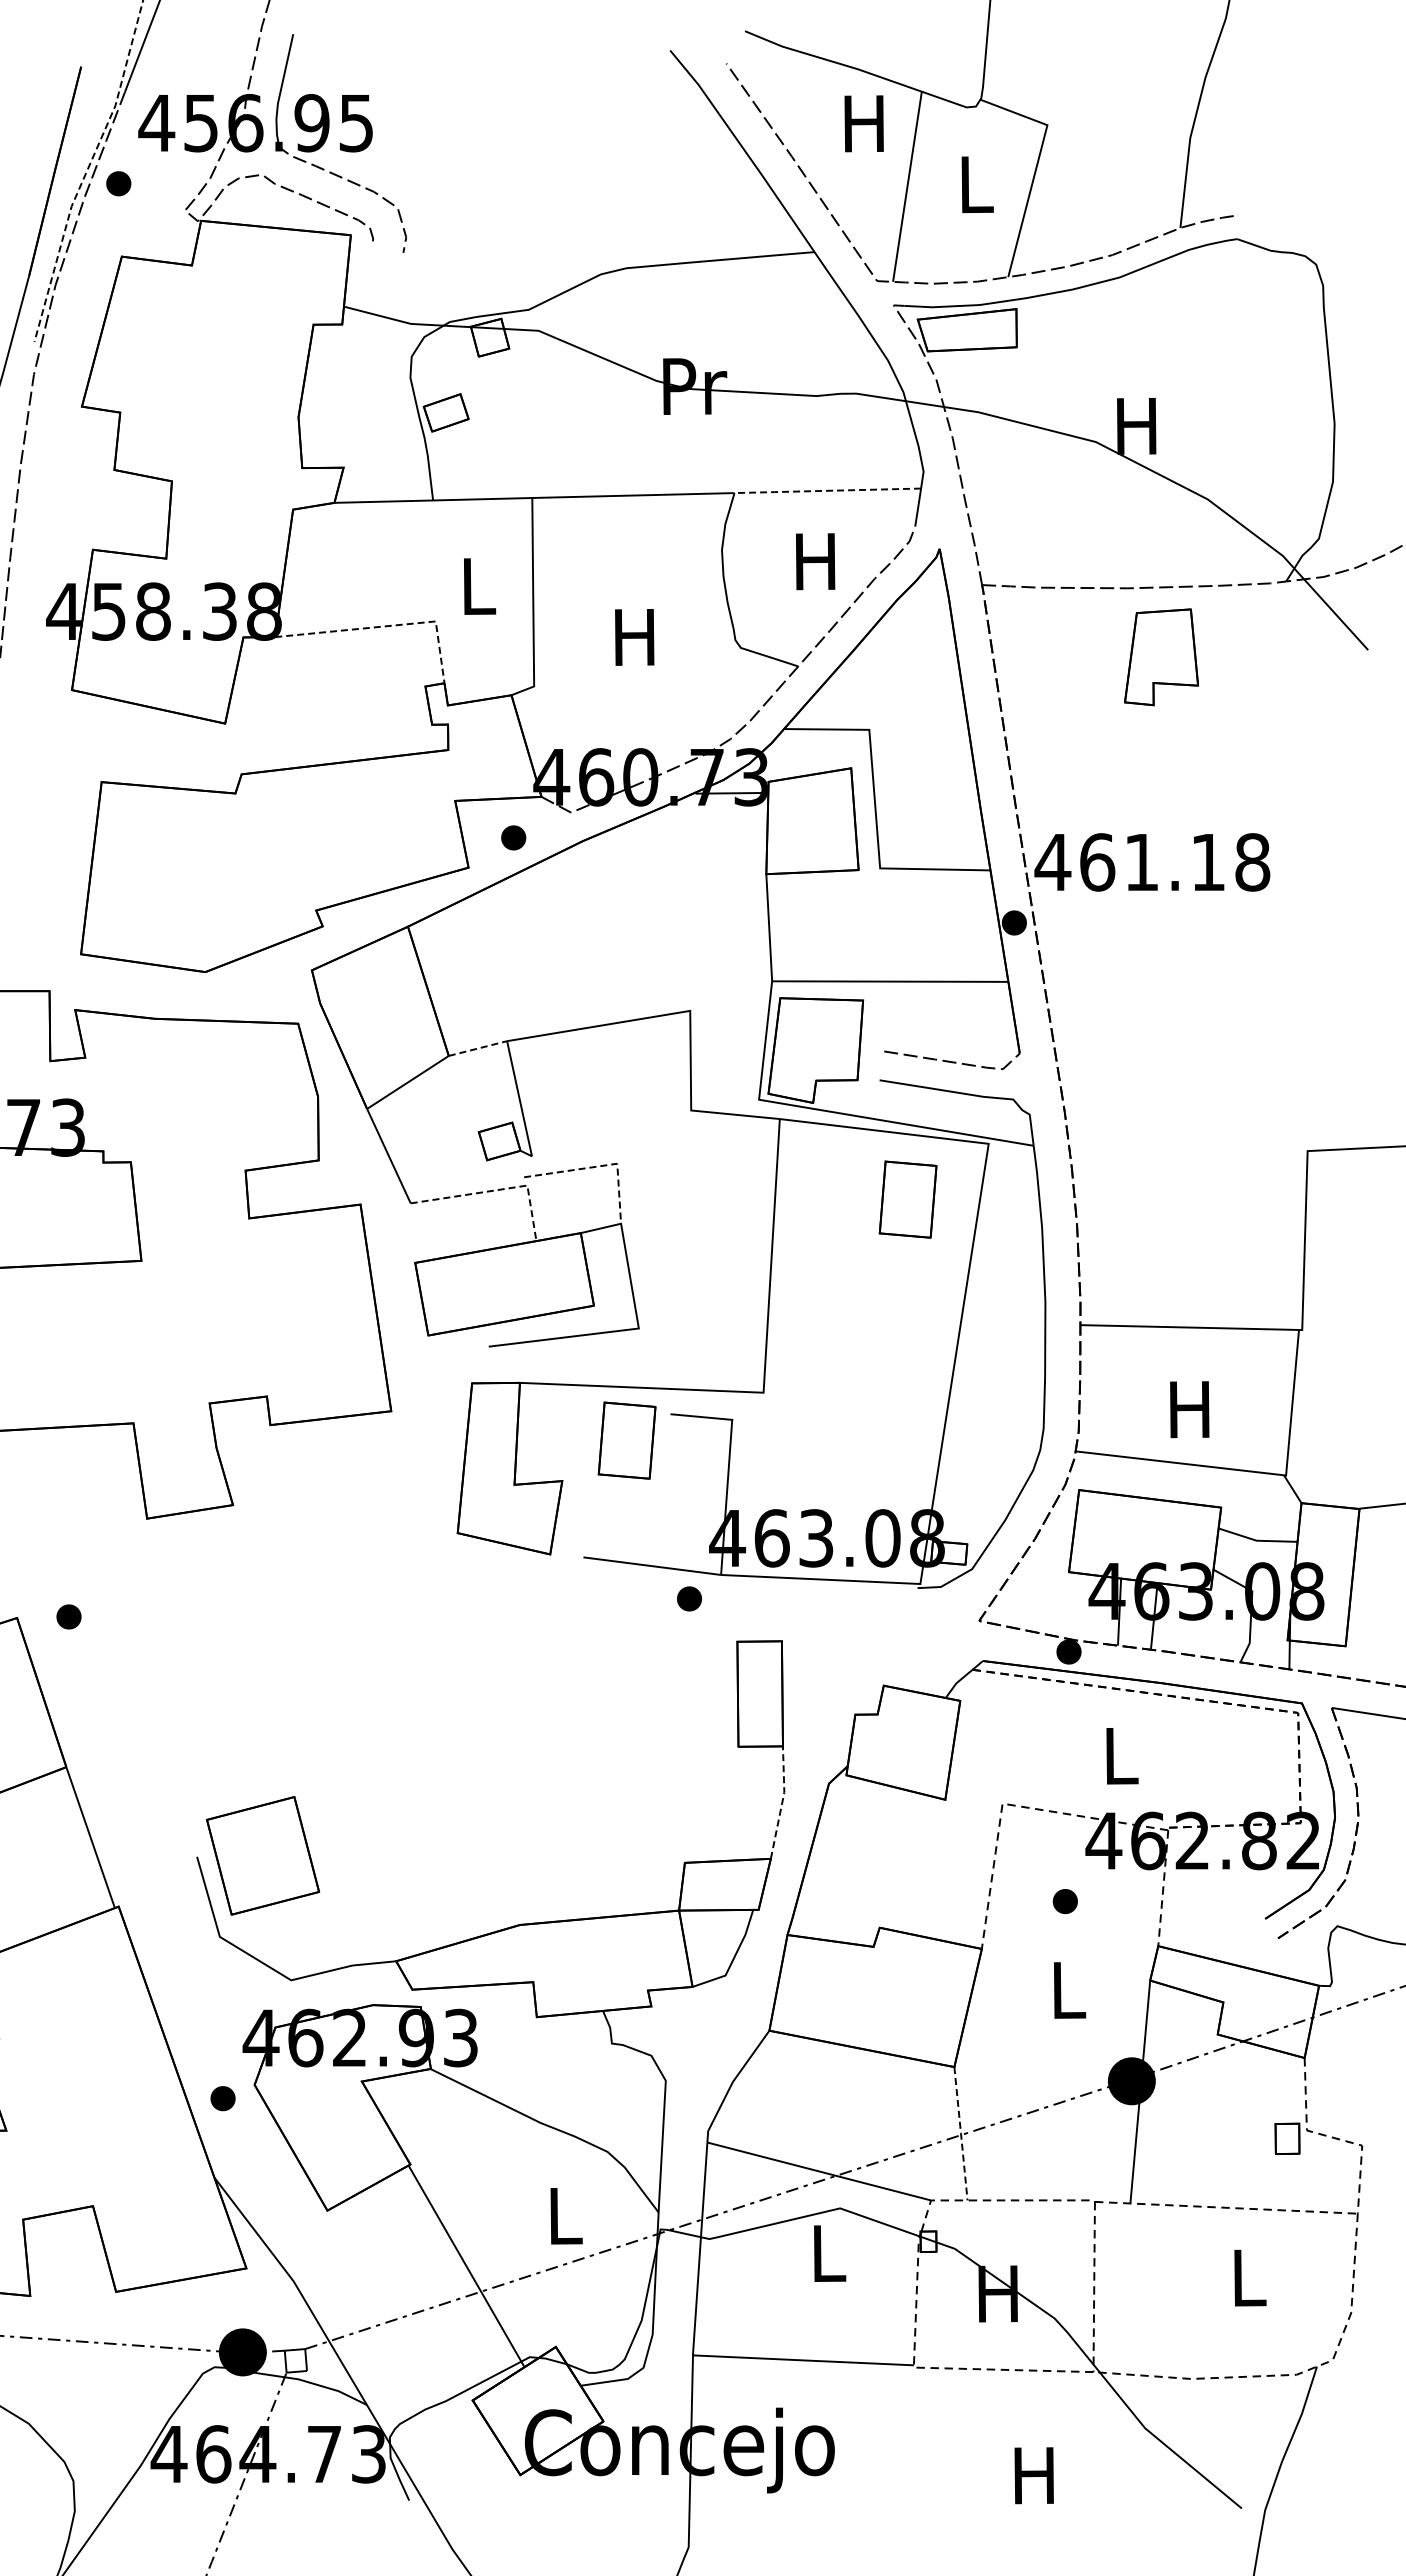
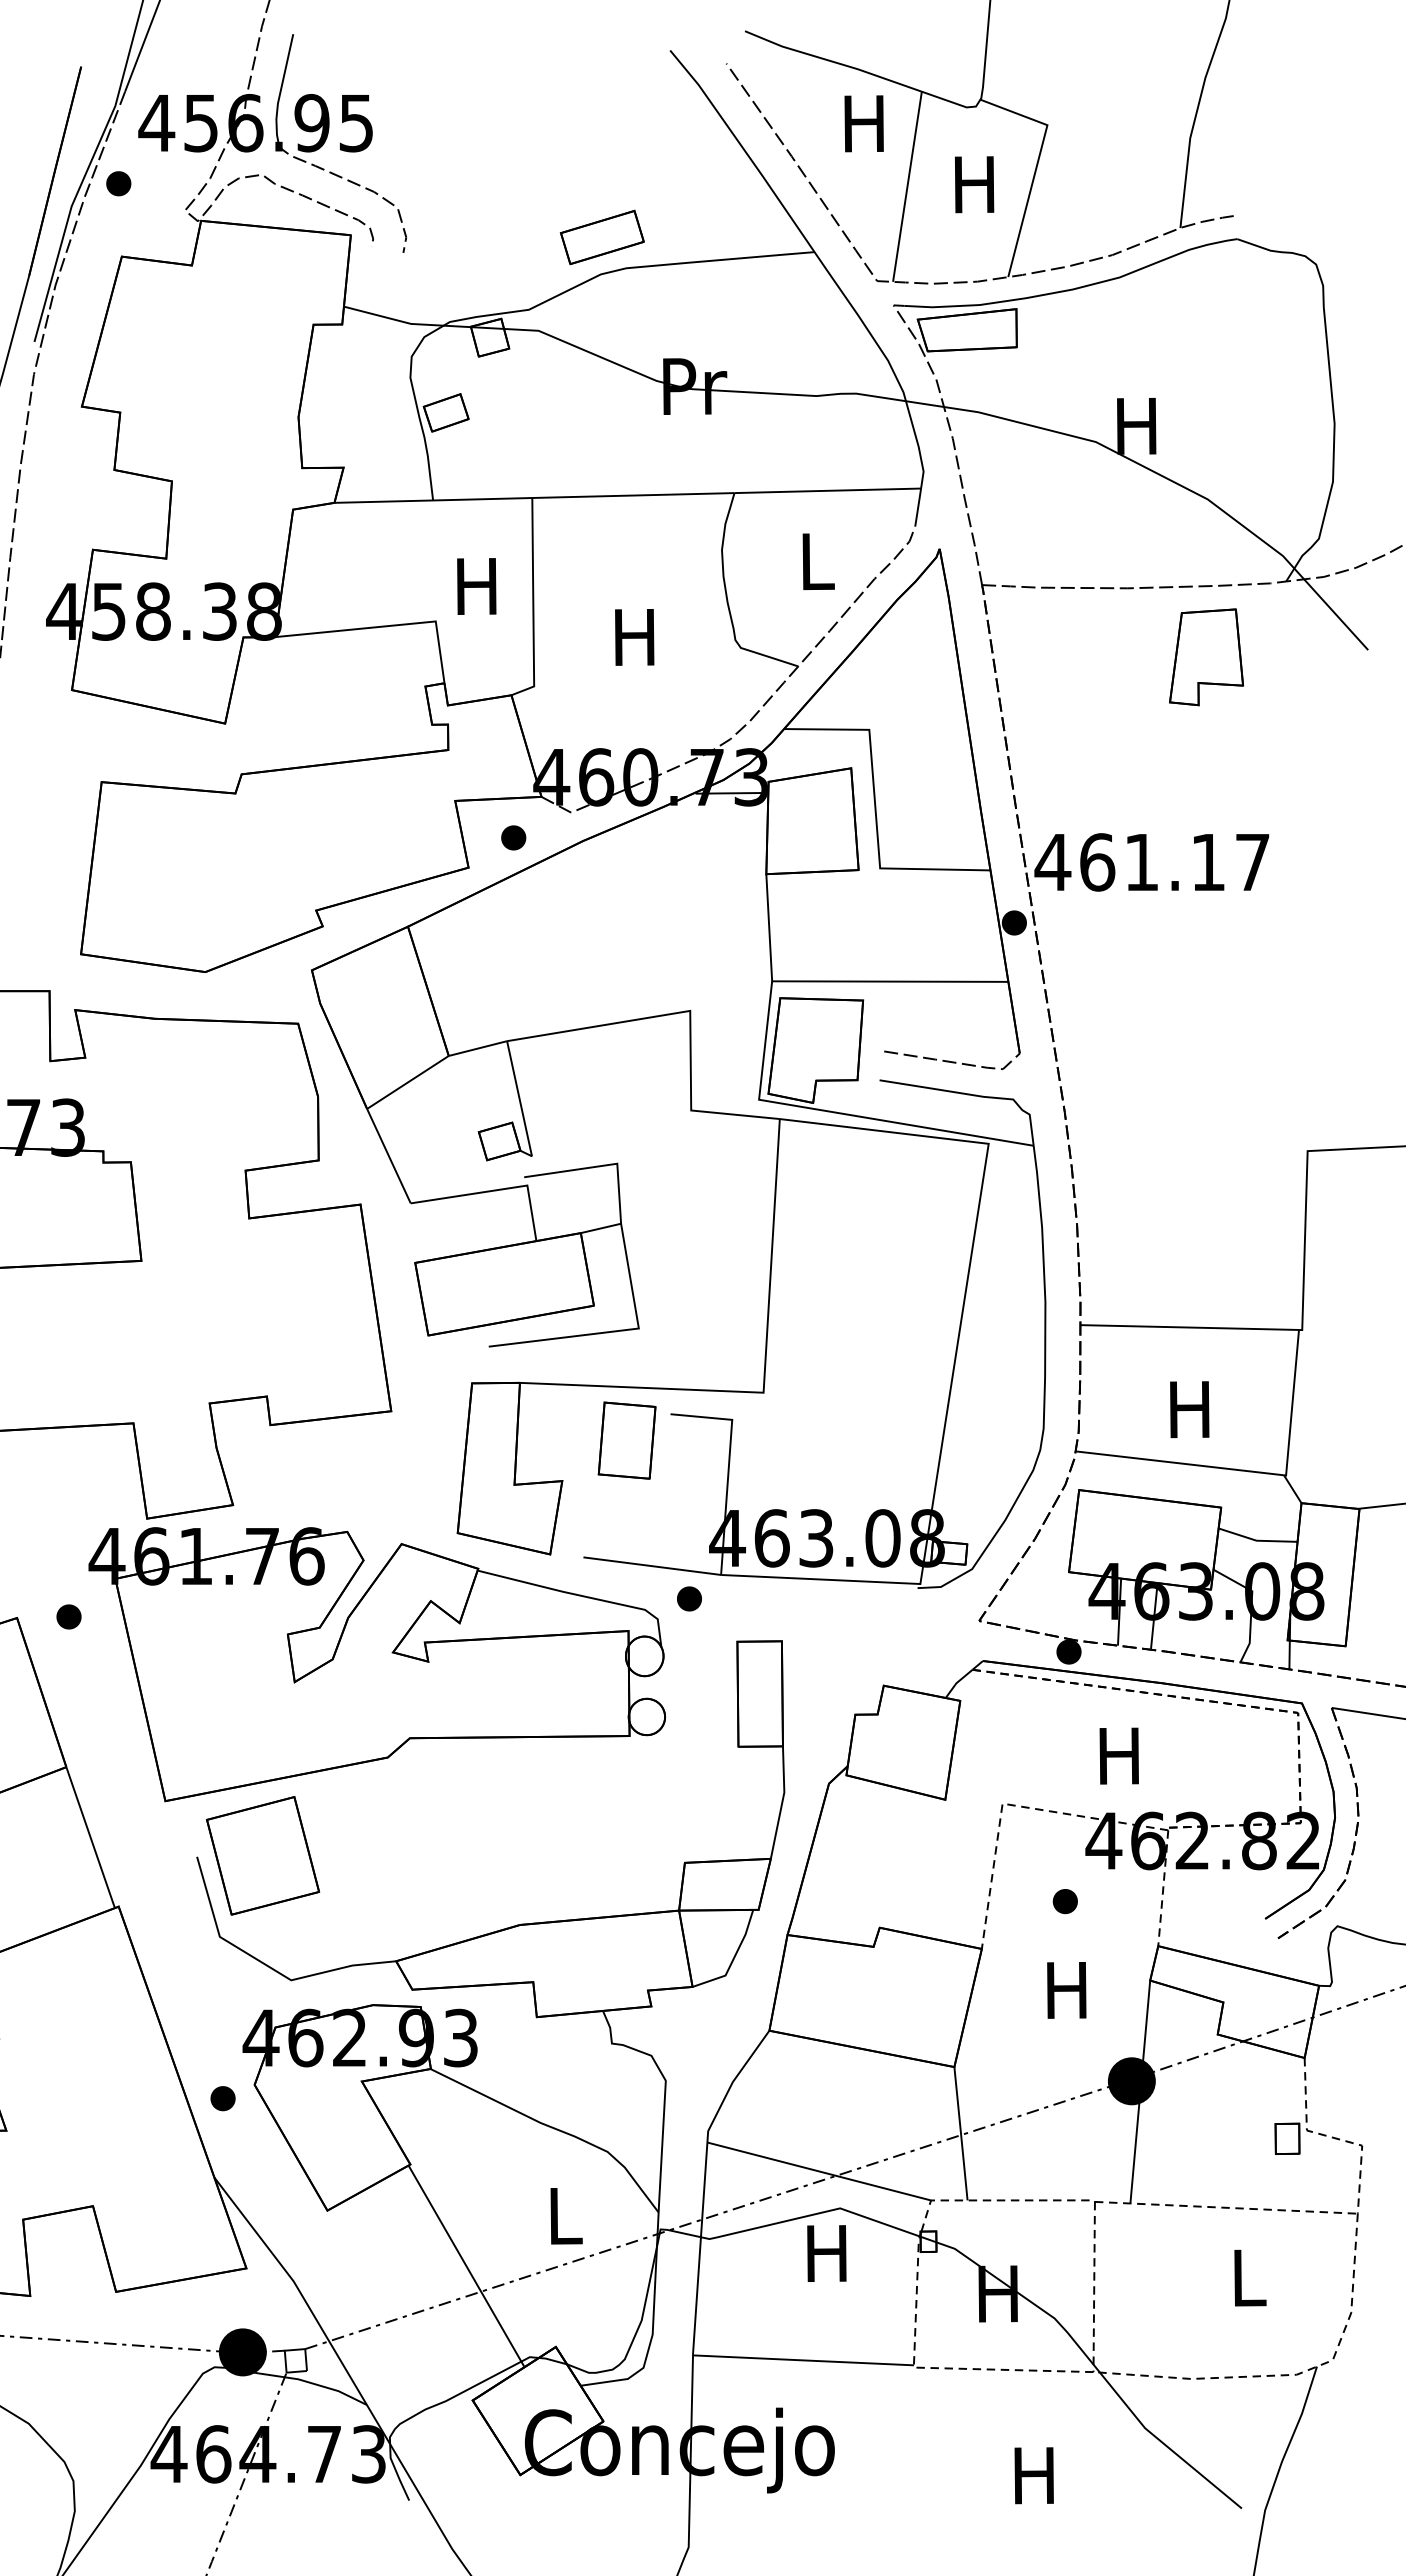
line at (87, 170): dashed -> solid
text at (974, 184): L -> H
part at (601, 237): none -> present
line at (827, 490): dashed -> solid
text at (815, 561): H -> L
text at (476, 586): L -> H
line at (387, 626): dashed -> solid
part at (1161, 657) position: (1161, 657) -> (1206, 657)
text at (1252, 862): 461.18 -> 461.17
line at (478, 1048): dashed -> solid
line at (601, 1166): dashed -> solid
line at (497, 1190): dashed -> solid
part at (907, 1199): present -> none
part at (376, 1664): none -> present
text at (1118, 1755): L -> H
line at (782, 1802): dashed -> solid
text at (1066, 1990): L -> H
line at (961, 2133): dashed -> solid
text at (826, 2253): L -> H
